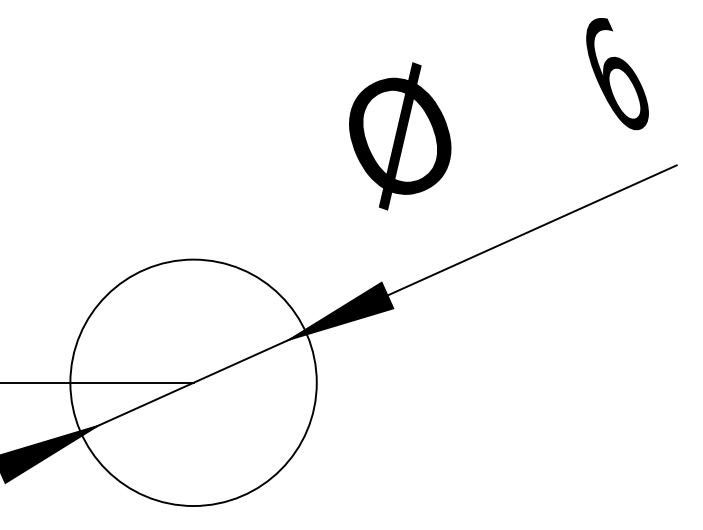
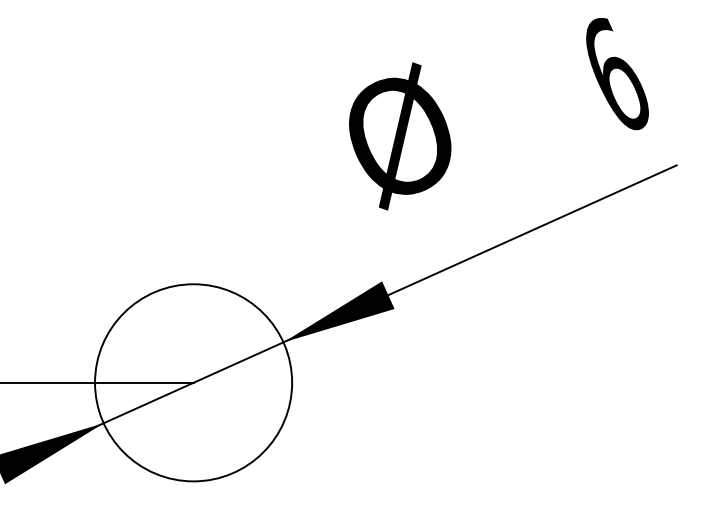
circle at (193, 382) diameter: 246 px -> 197 px
